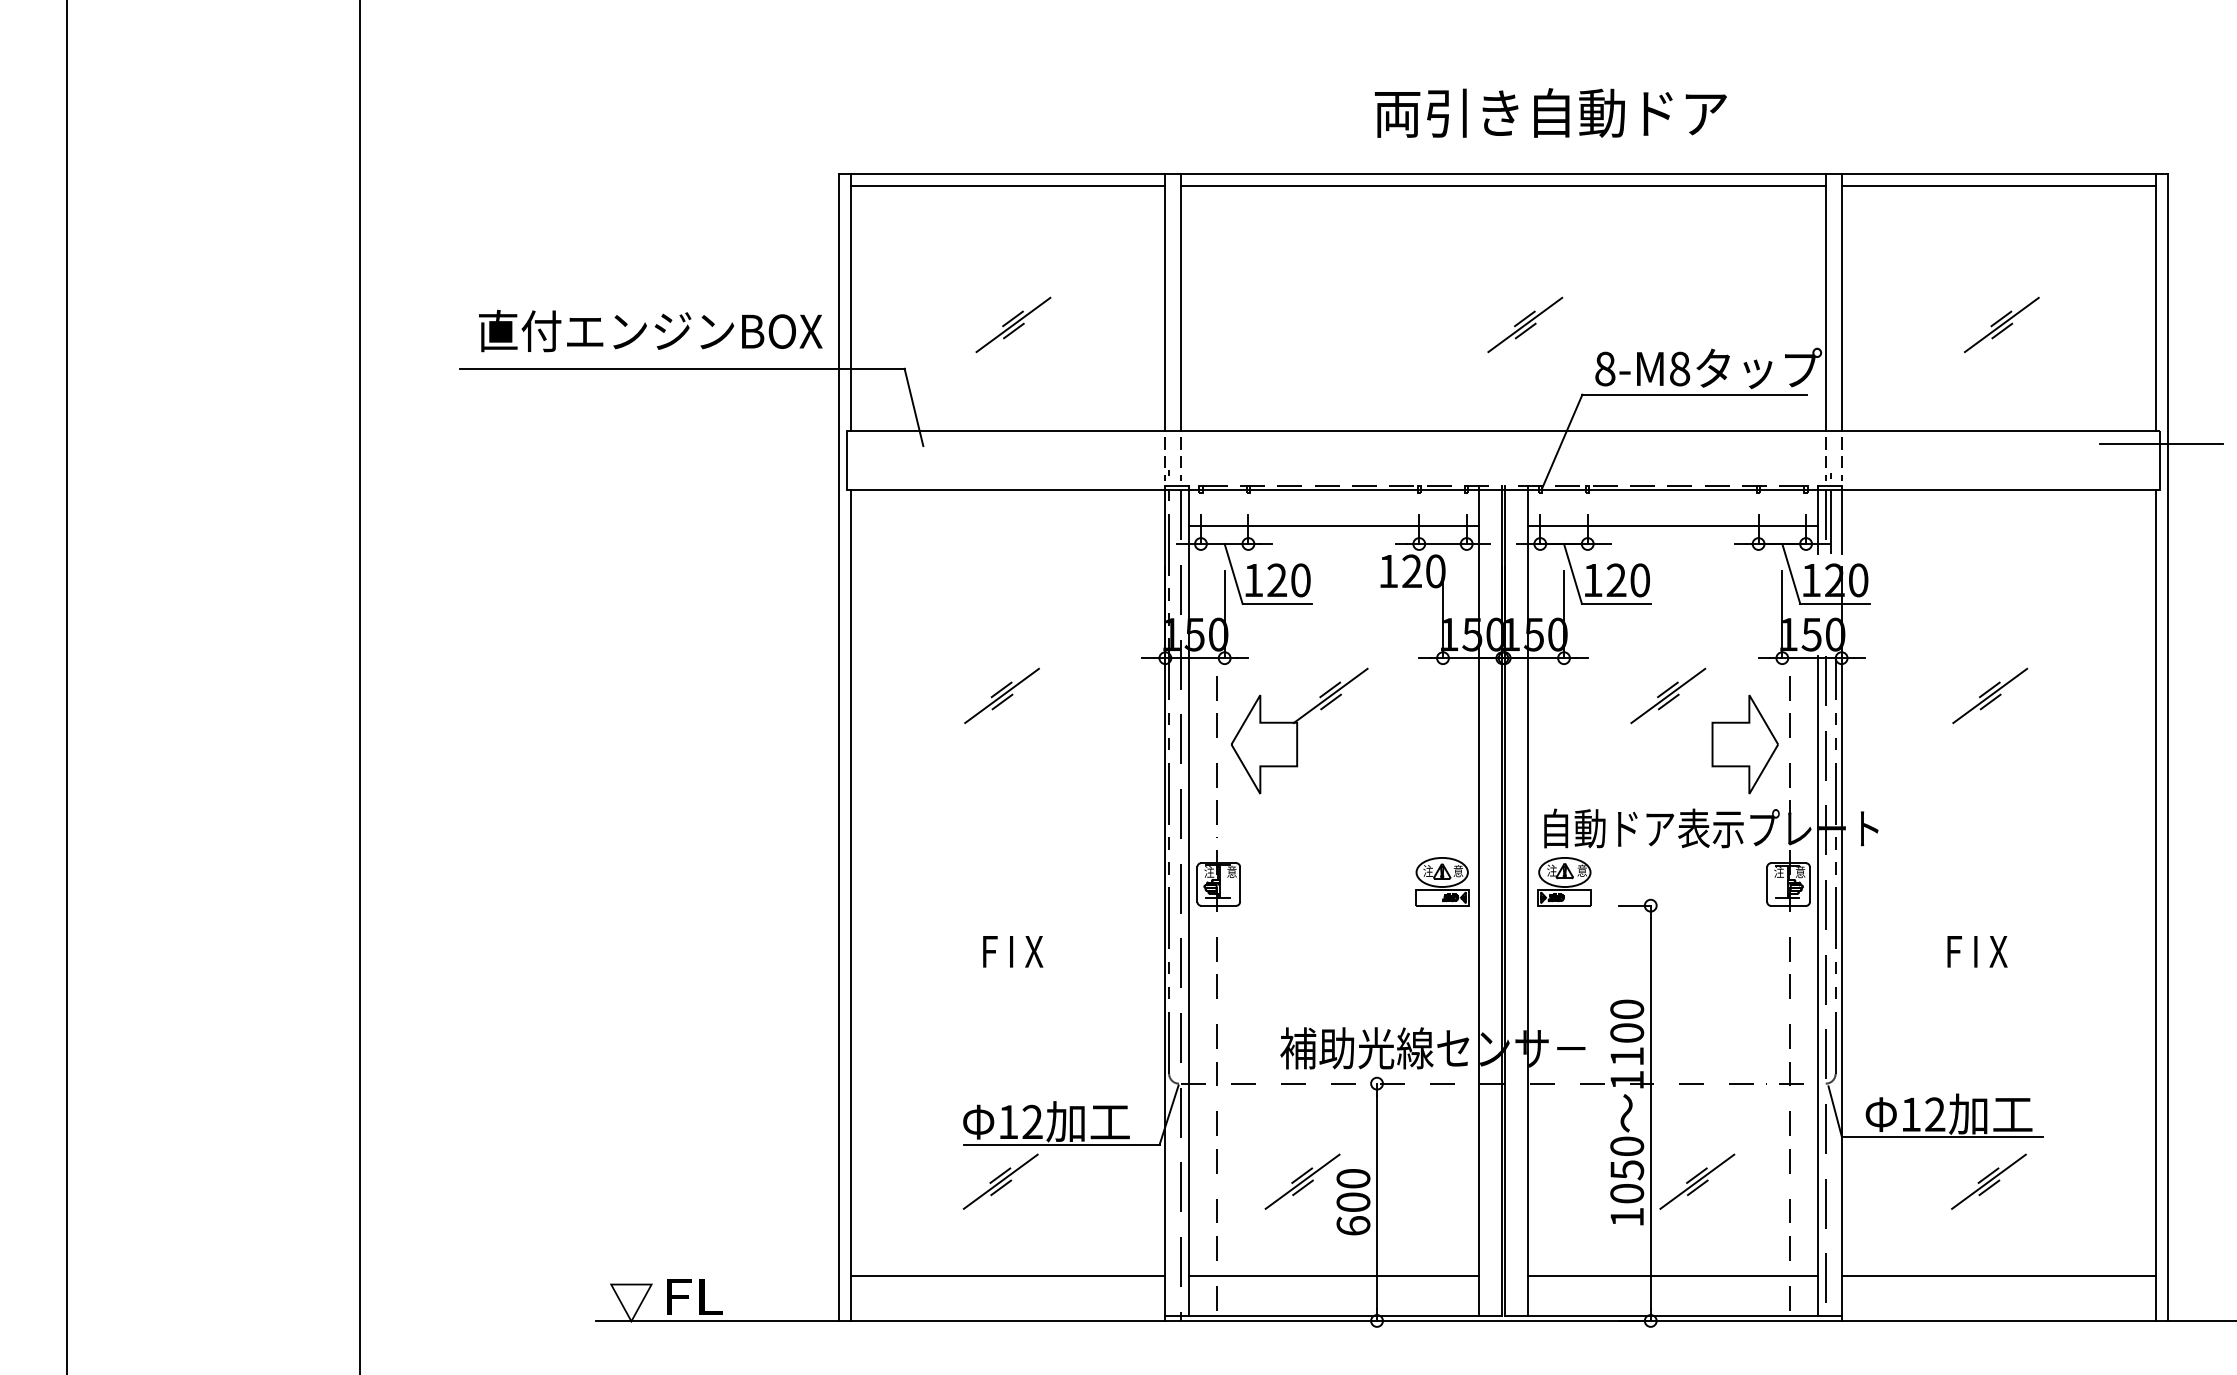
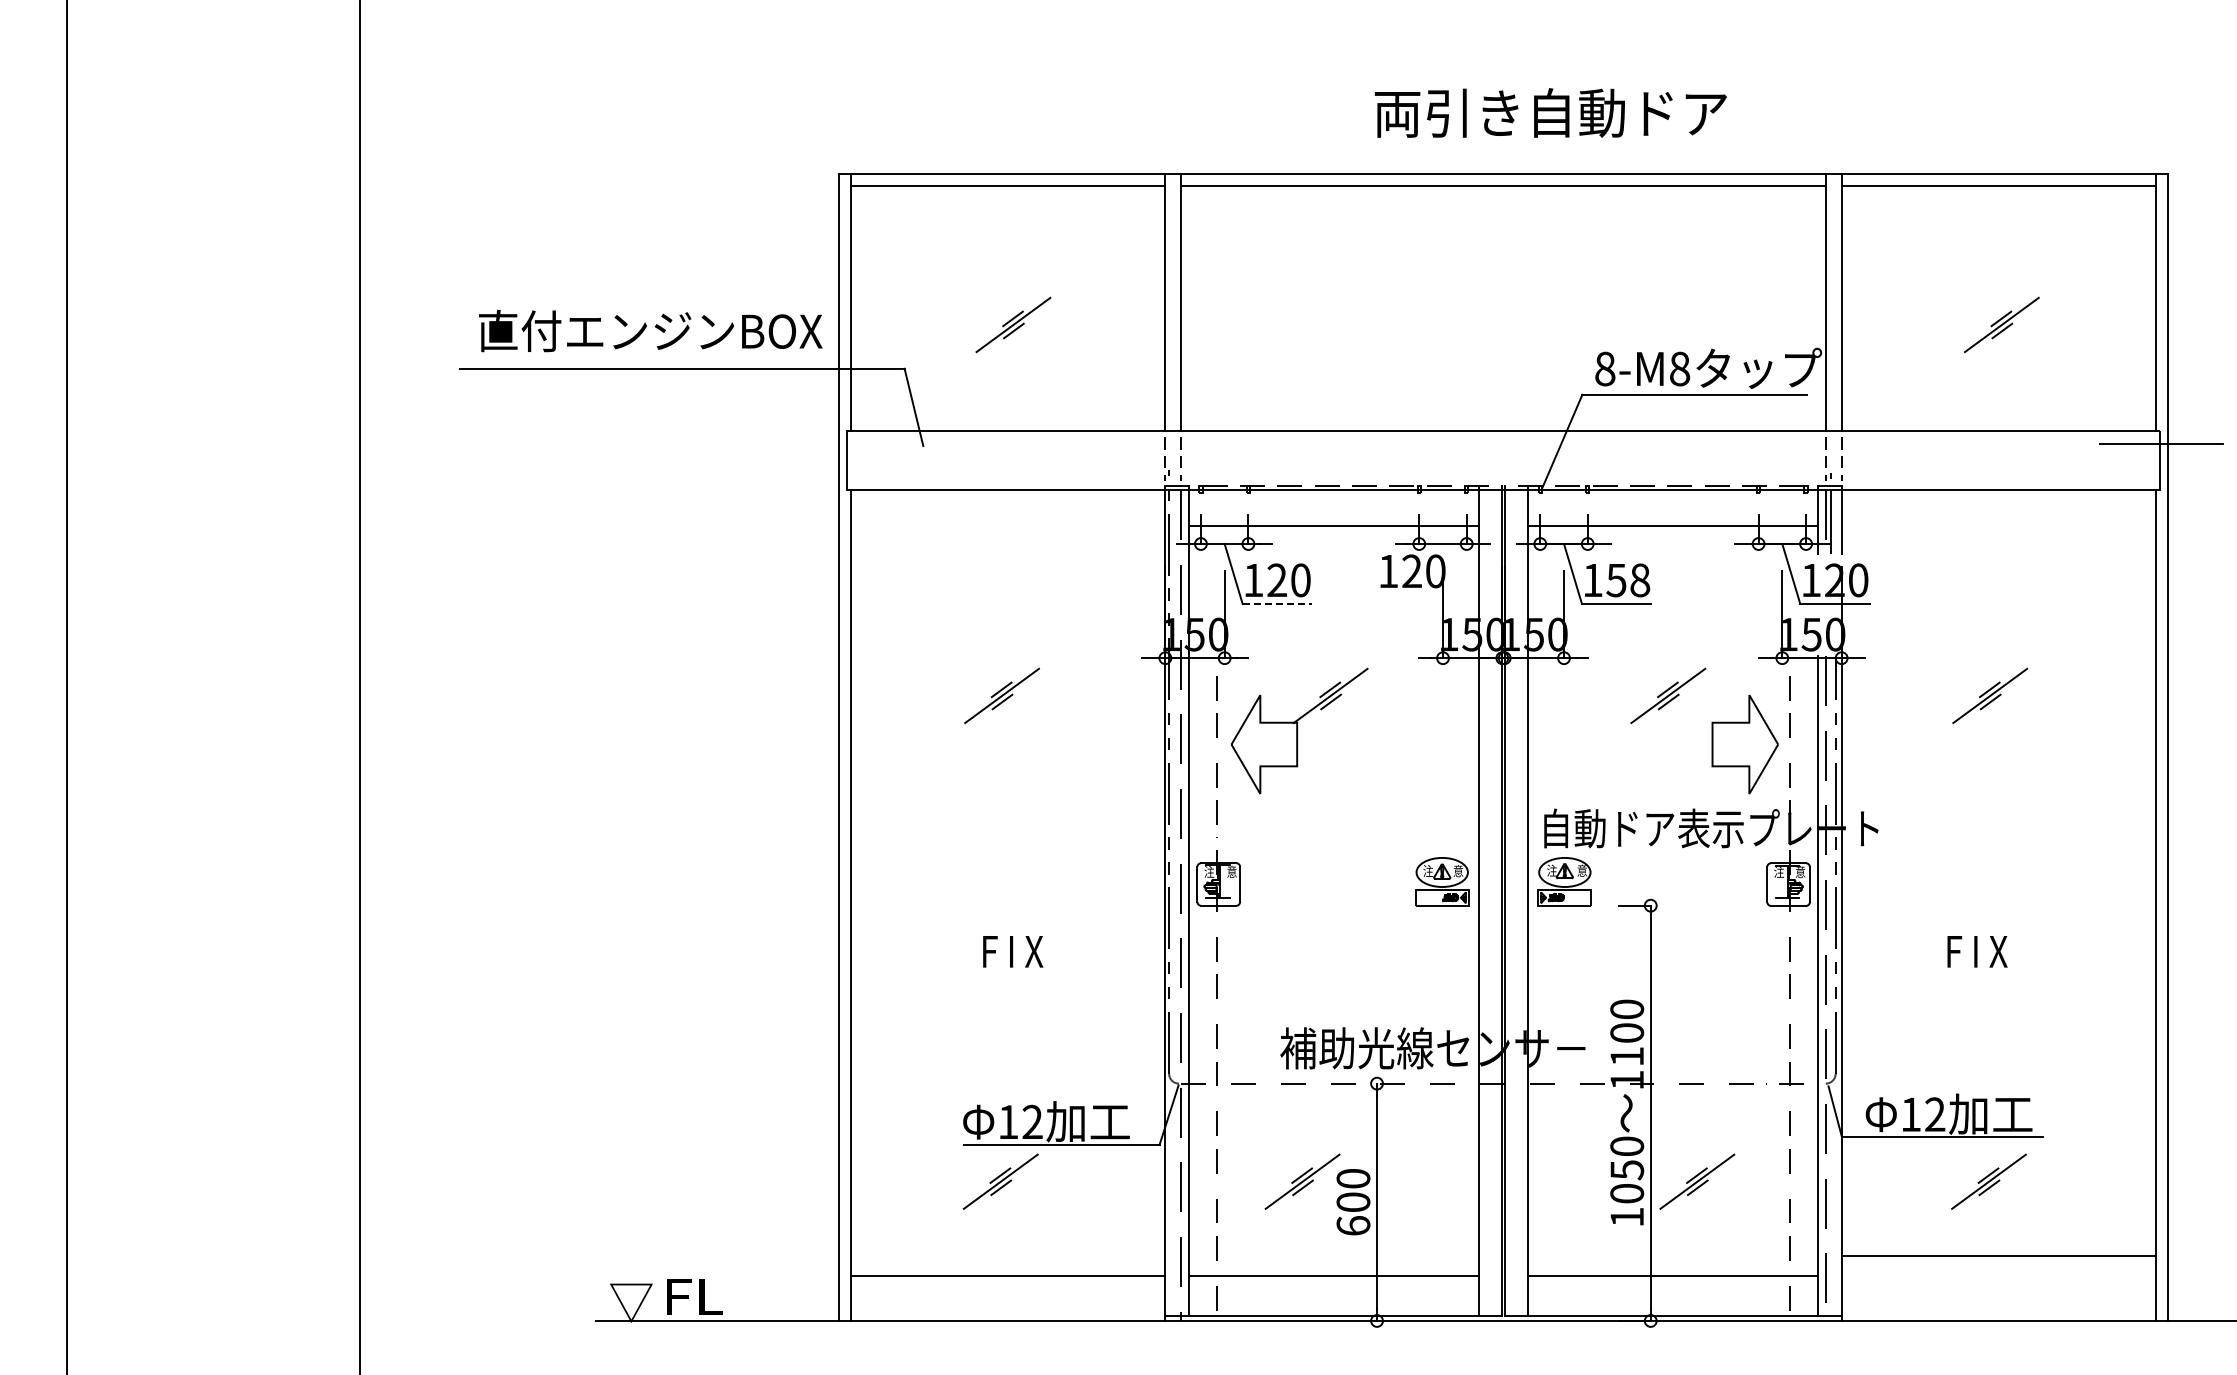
part at (1525, 324): present -> none
text at (1628, 580): 120 -> 158
line at (1277, 603): solid -> dashed
line at (1998, 1276) position: (1998, 1276) -> (1998, 1256)
